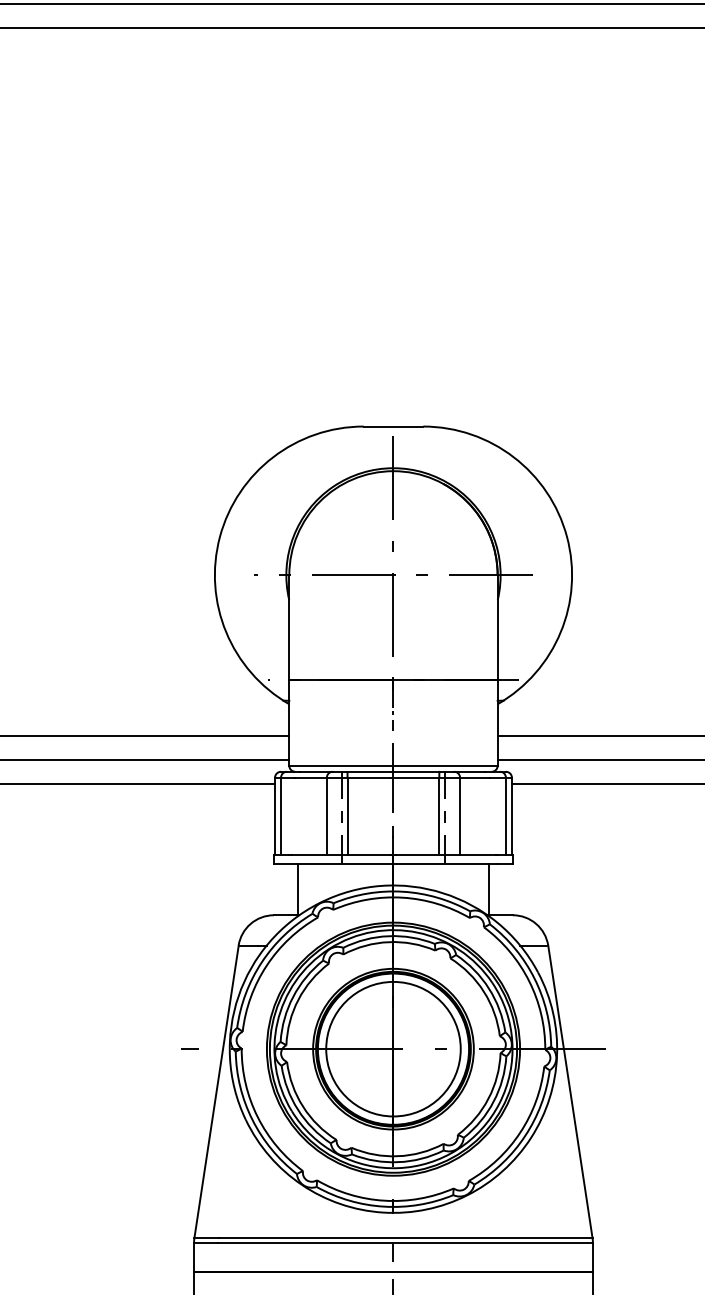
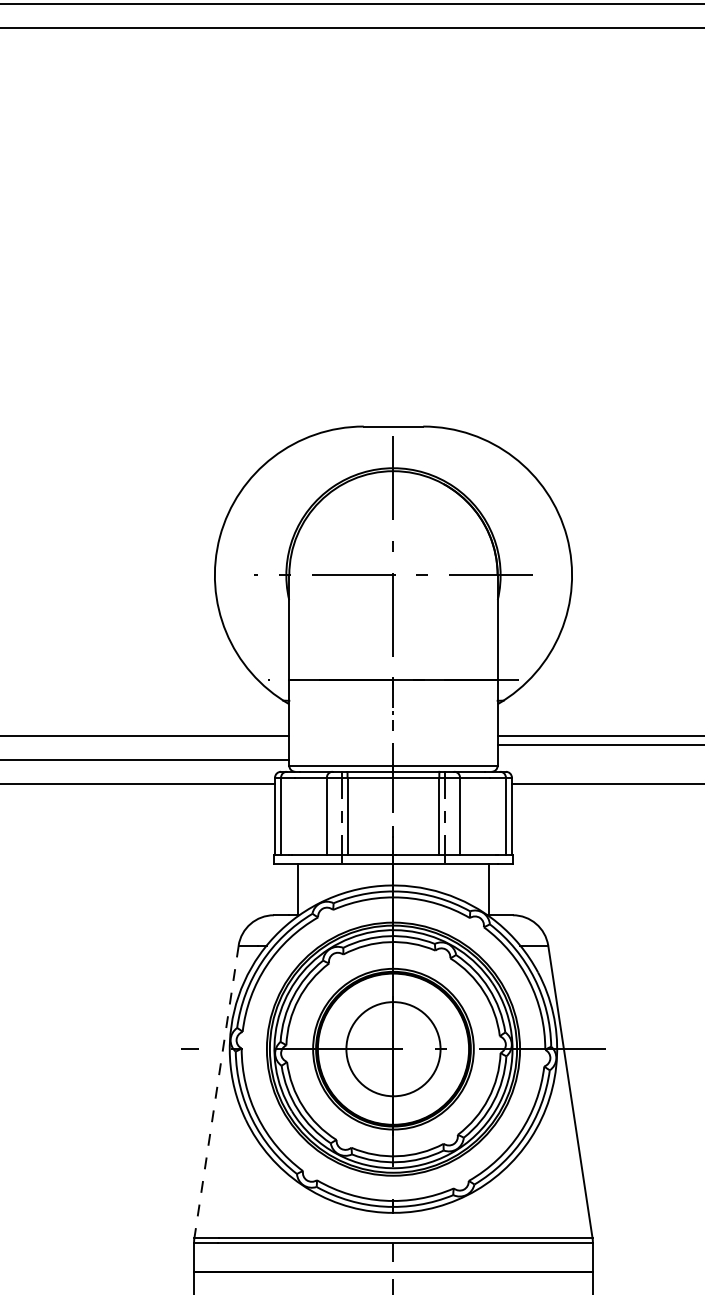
line at (599, 759) position: (599, 759) -> (599, 744)
circle at (393, 1048) diameter: 135 px -> 94 px
line at (216, 1091): solid -> dashed
